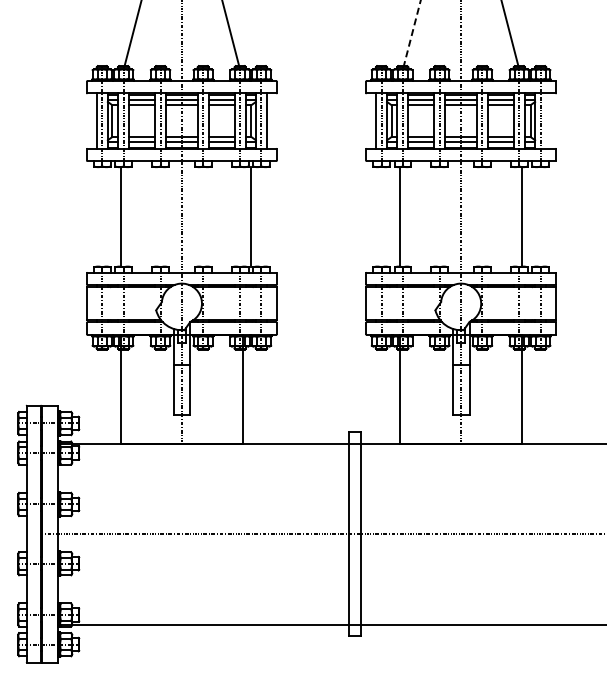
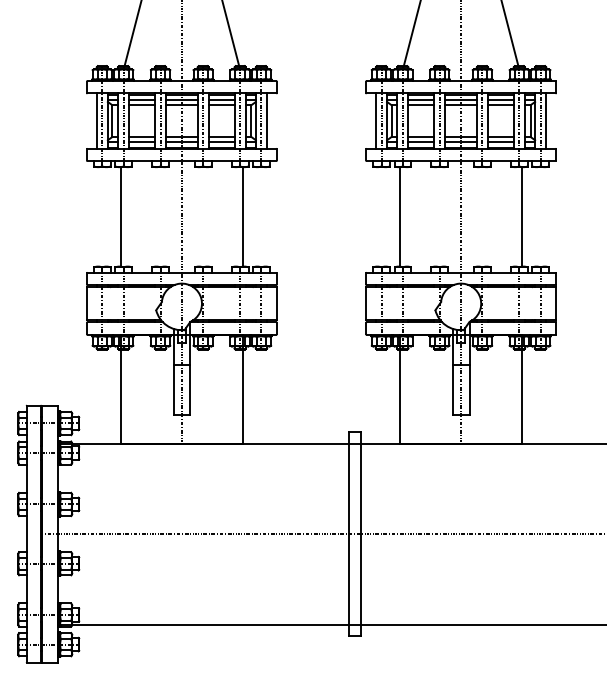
line at (412, 33): dashed -> solid
line at (546, 120): none -> present
line at (251, 216) position: (251, 216) -> (243, 216)
